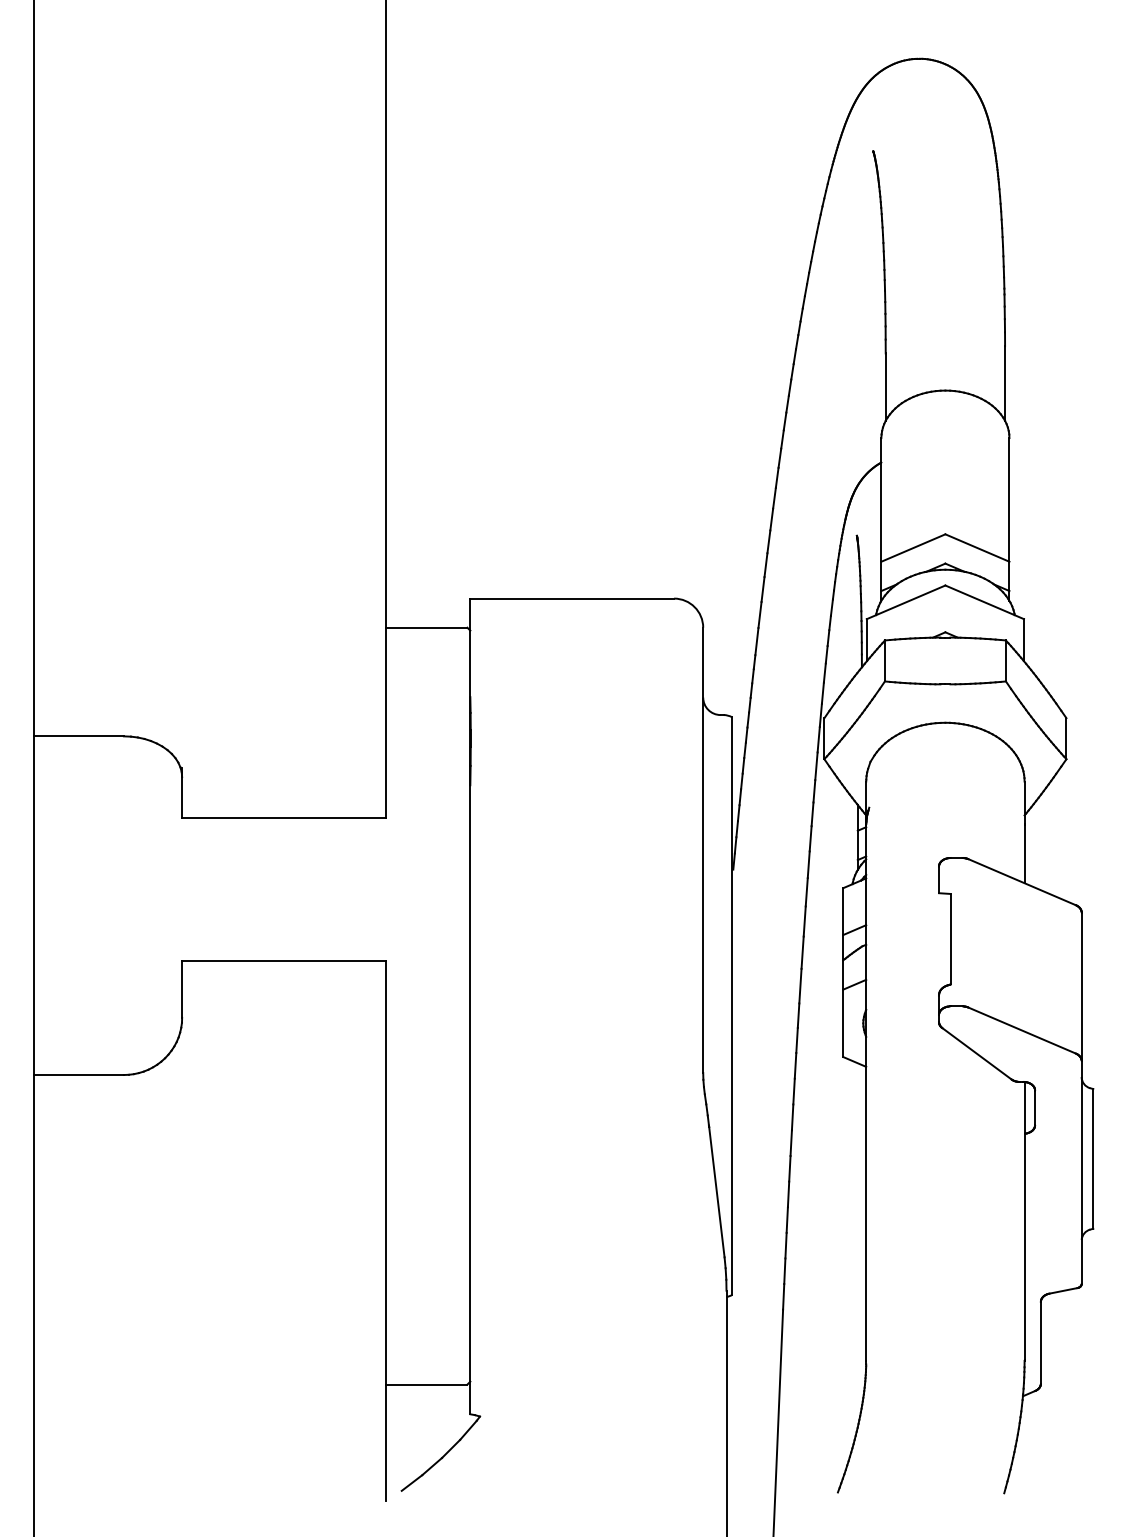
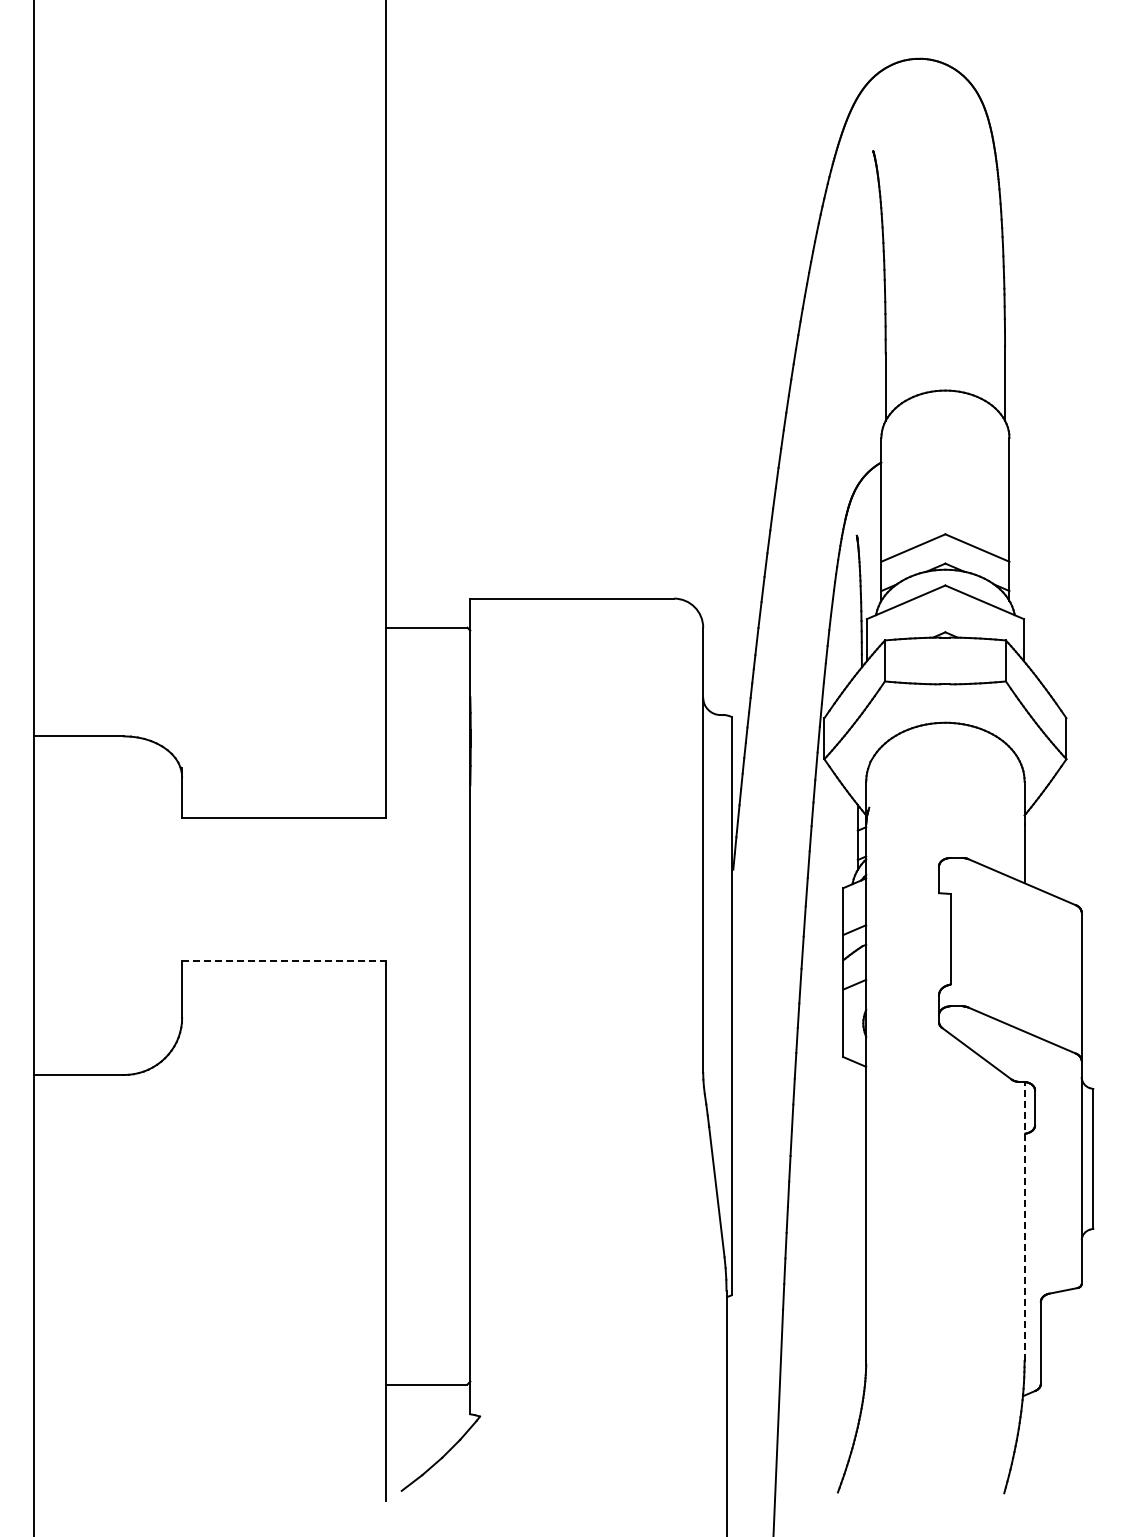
line at (284, 960): solid -> dashed
line at (1024, 1220): solid -> dashed
